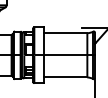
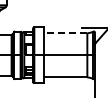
line at (65, 33): solid -> dashed
